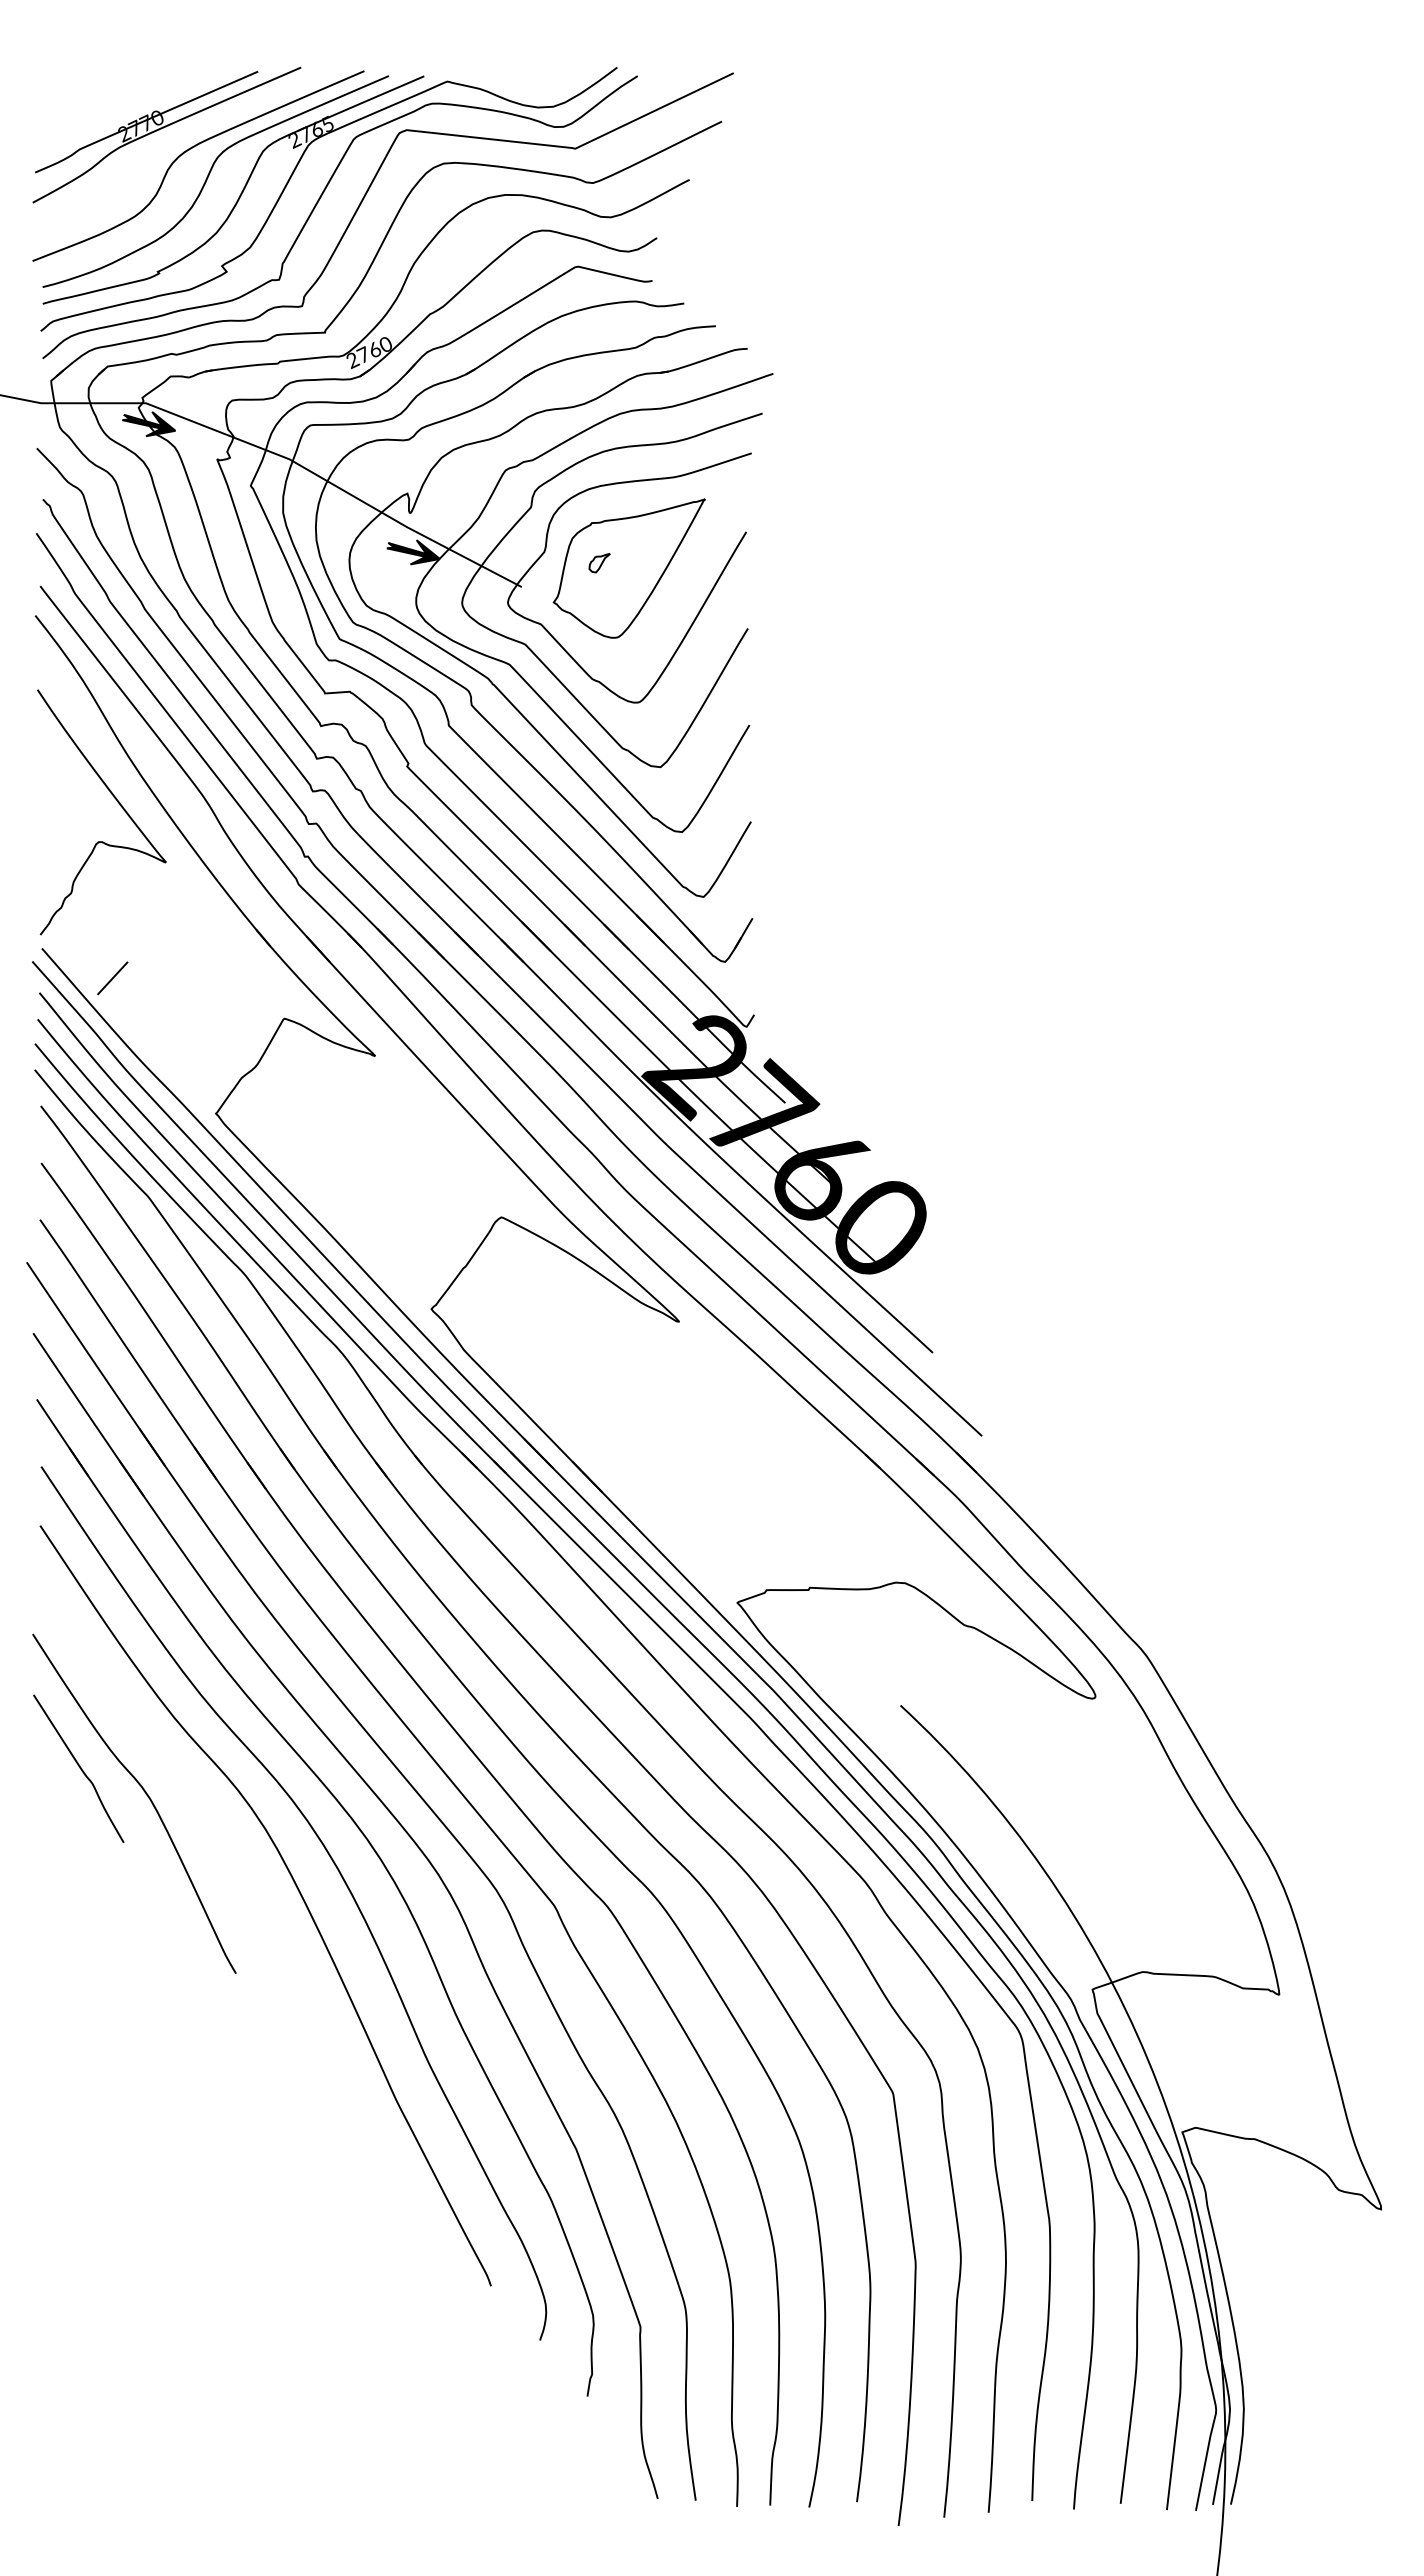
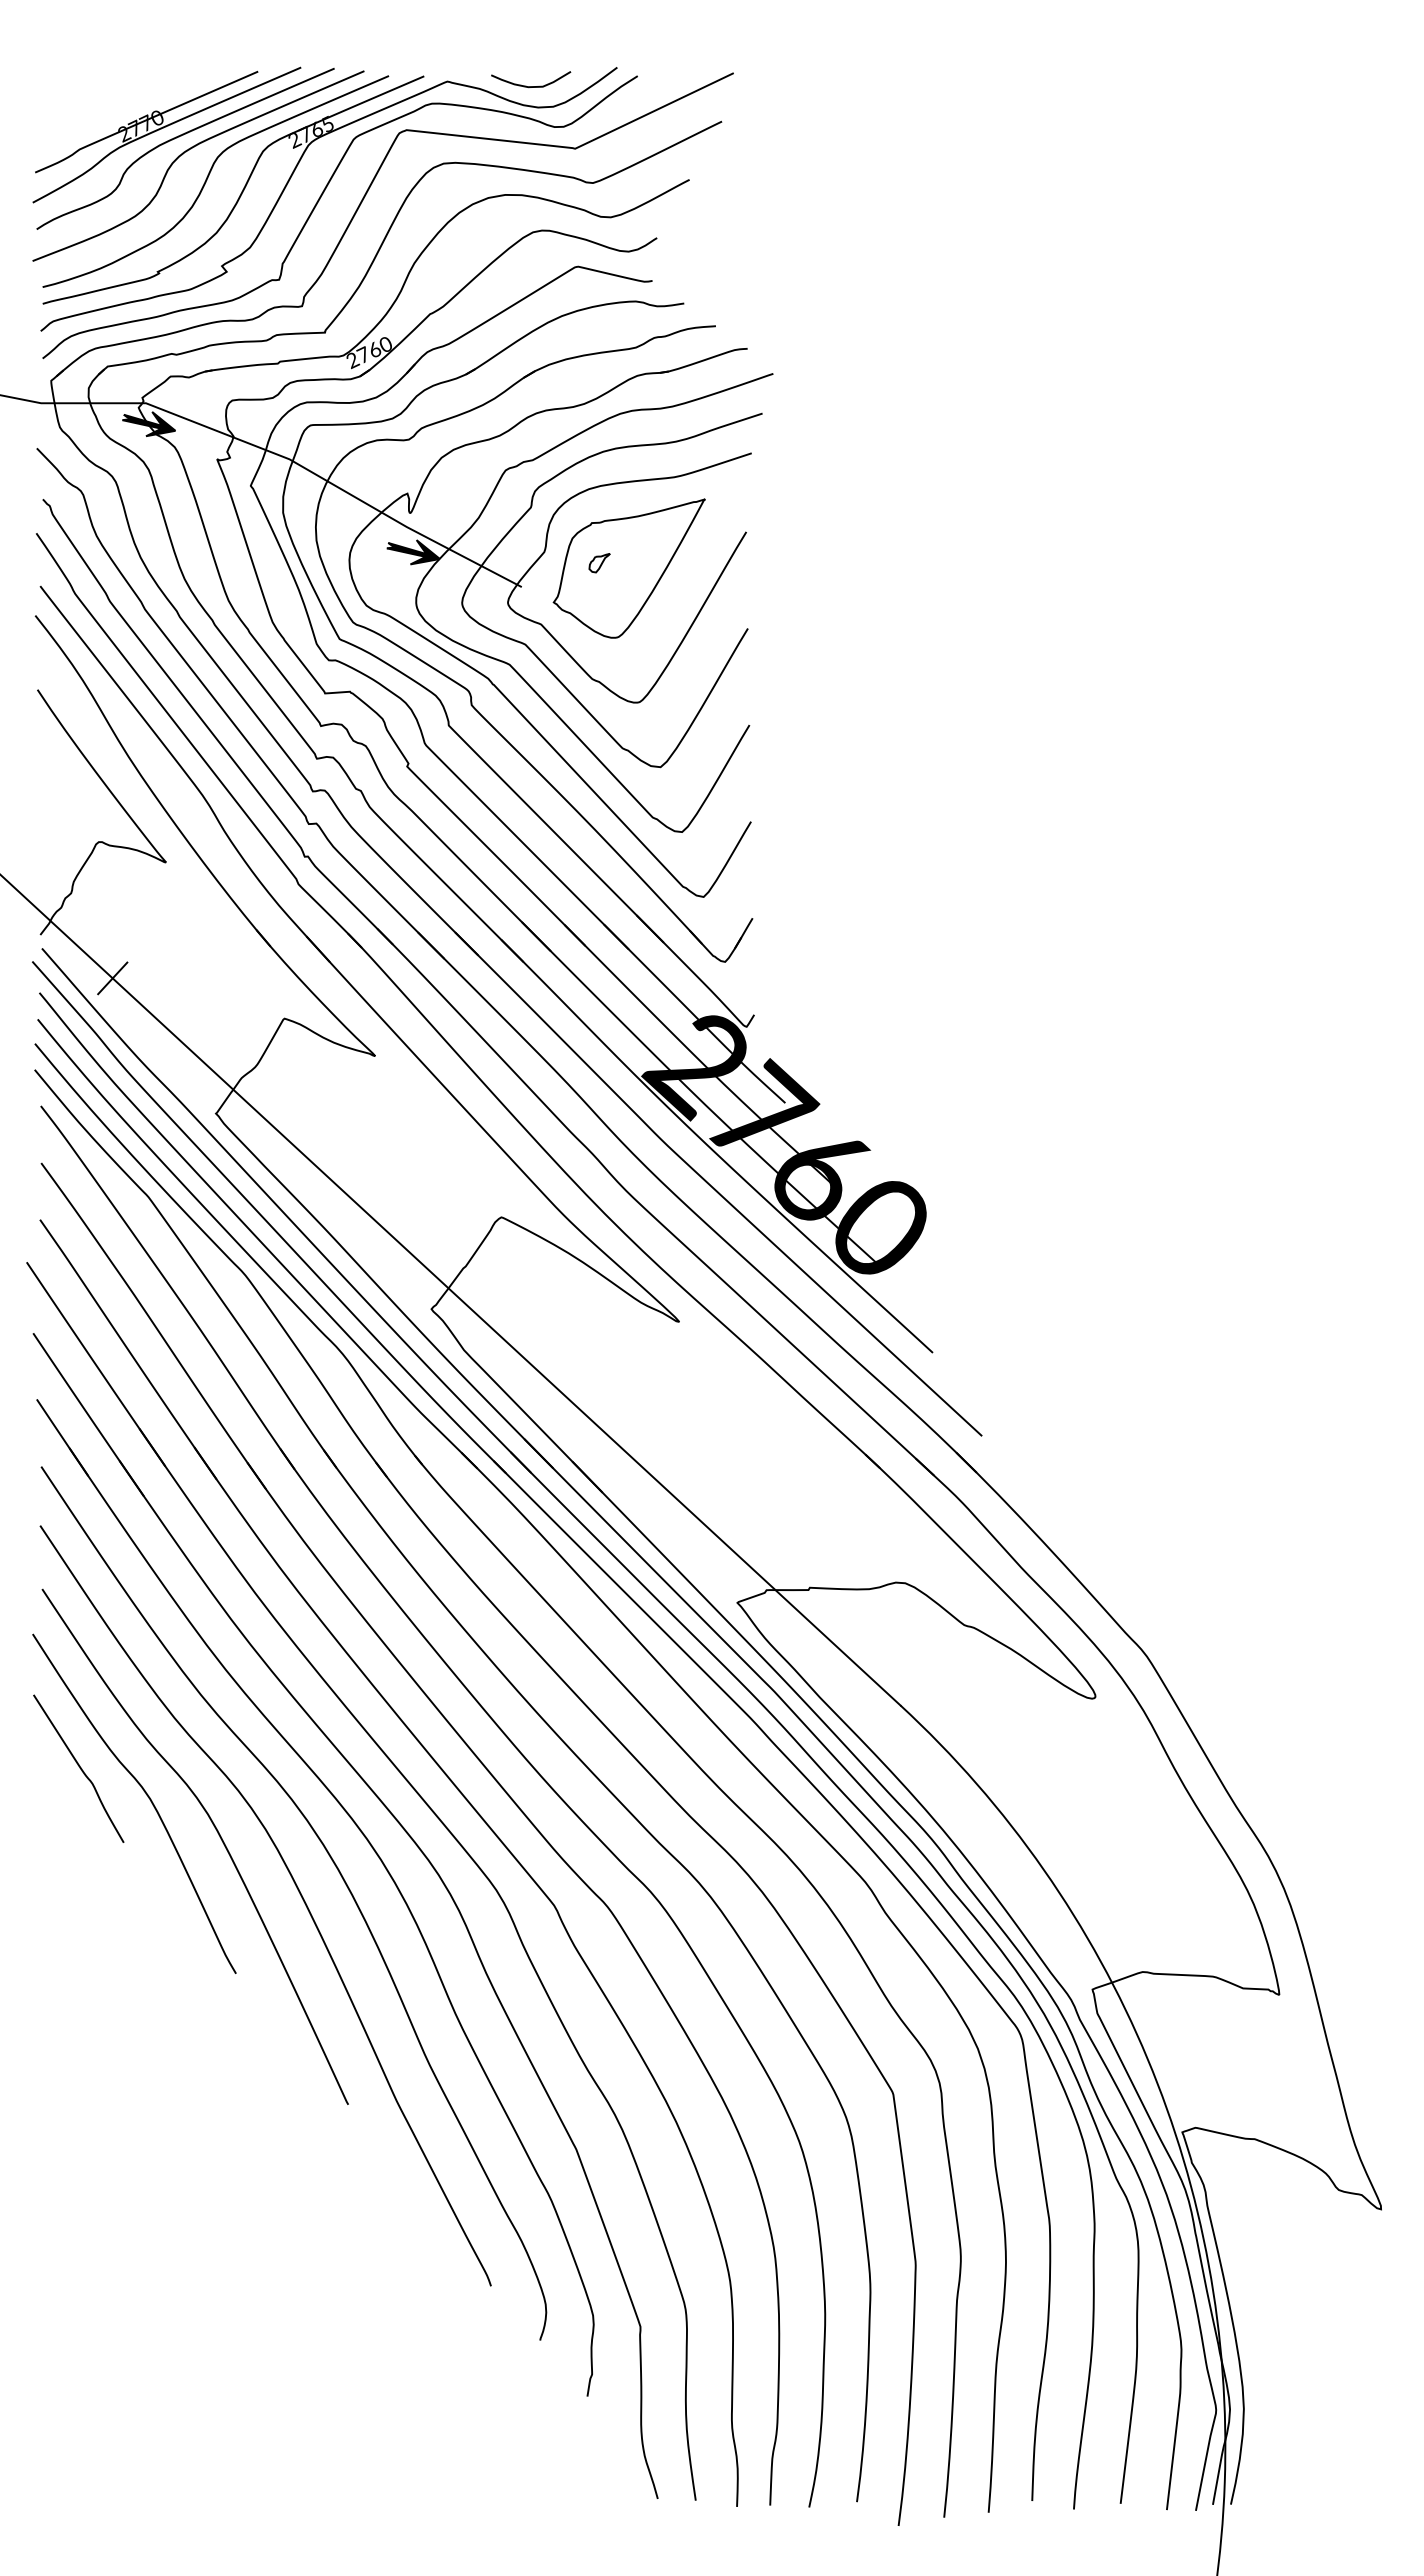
curve at (531, 86): none -> present
curve at (179, 137): none -> present
line at (451, 1290): none -> present
curve at (218, 1835): none -> present
